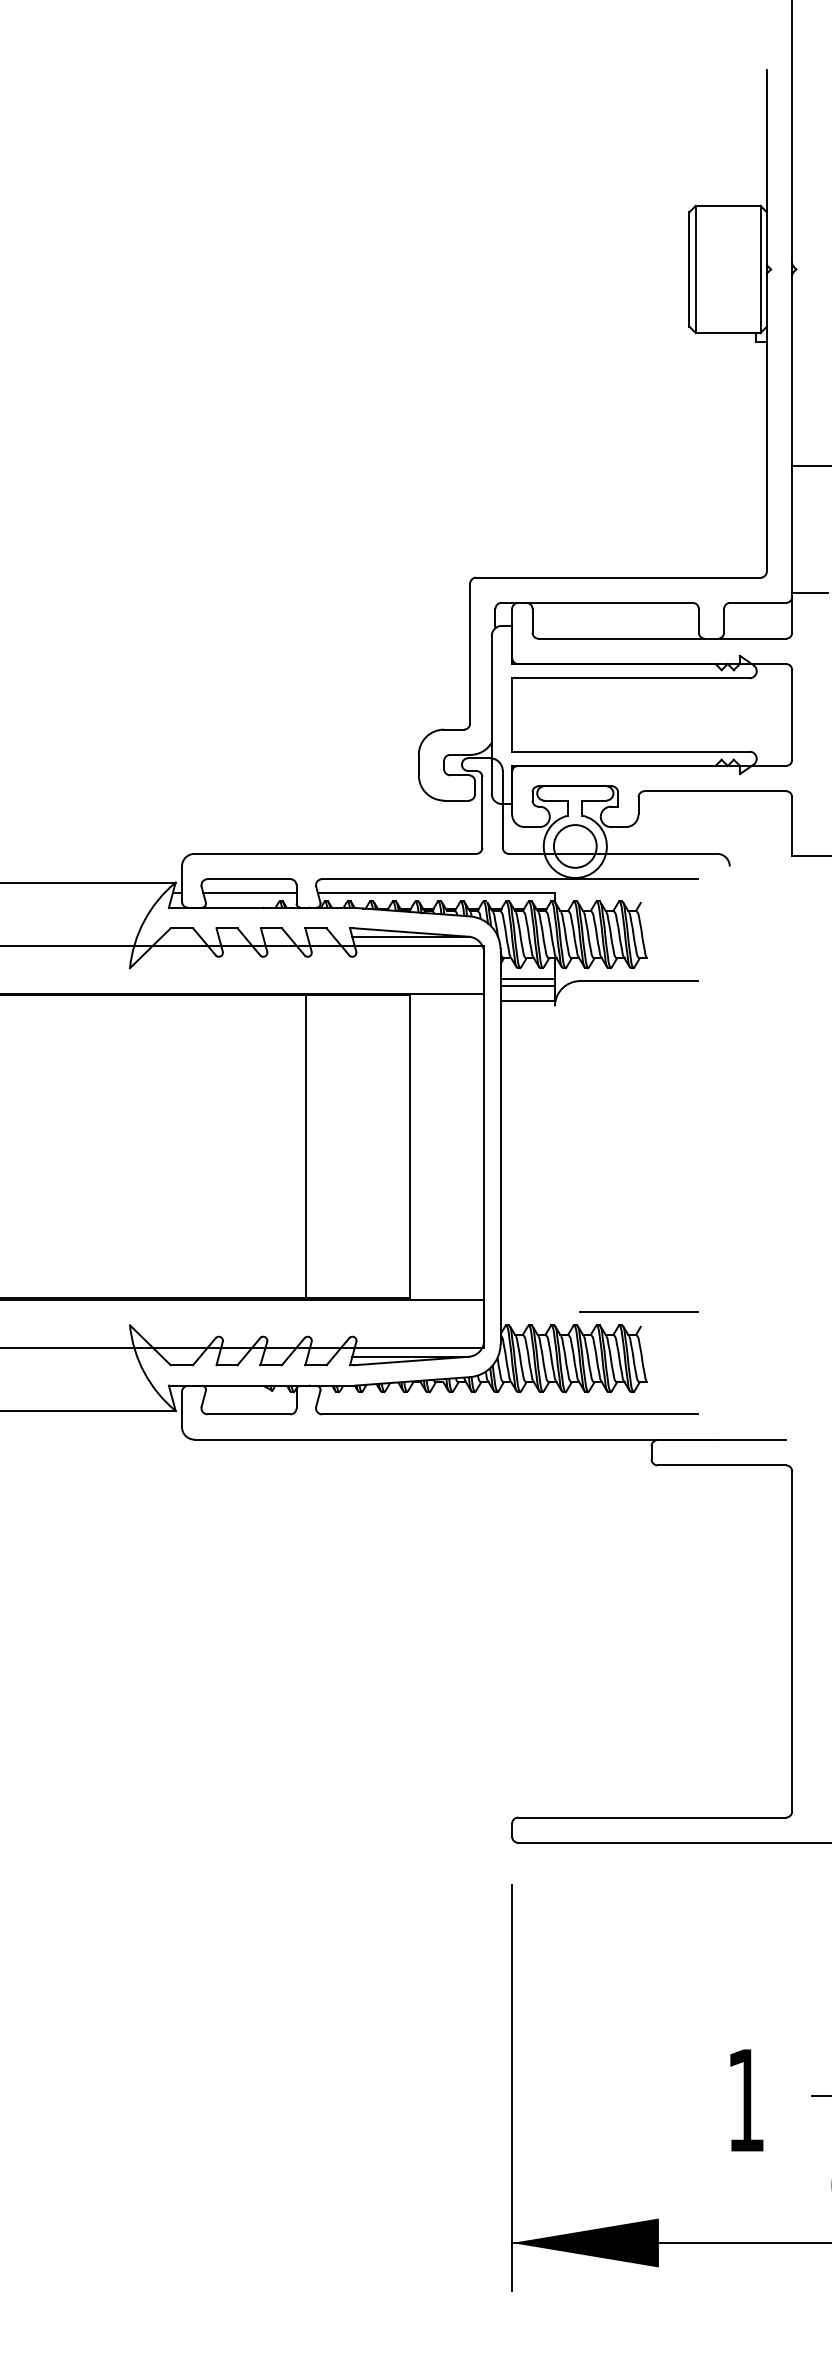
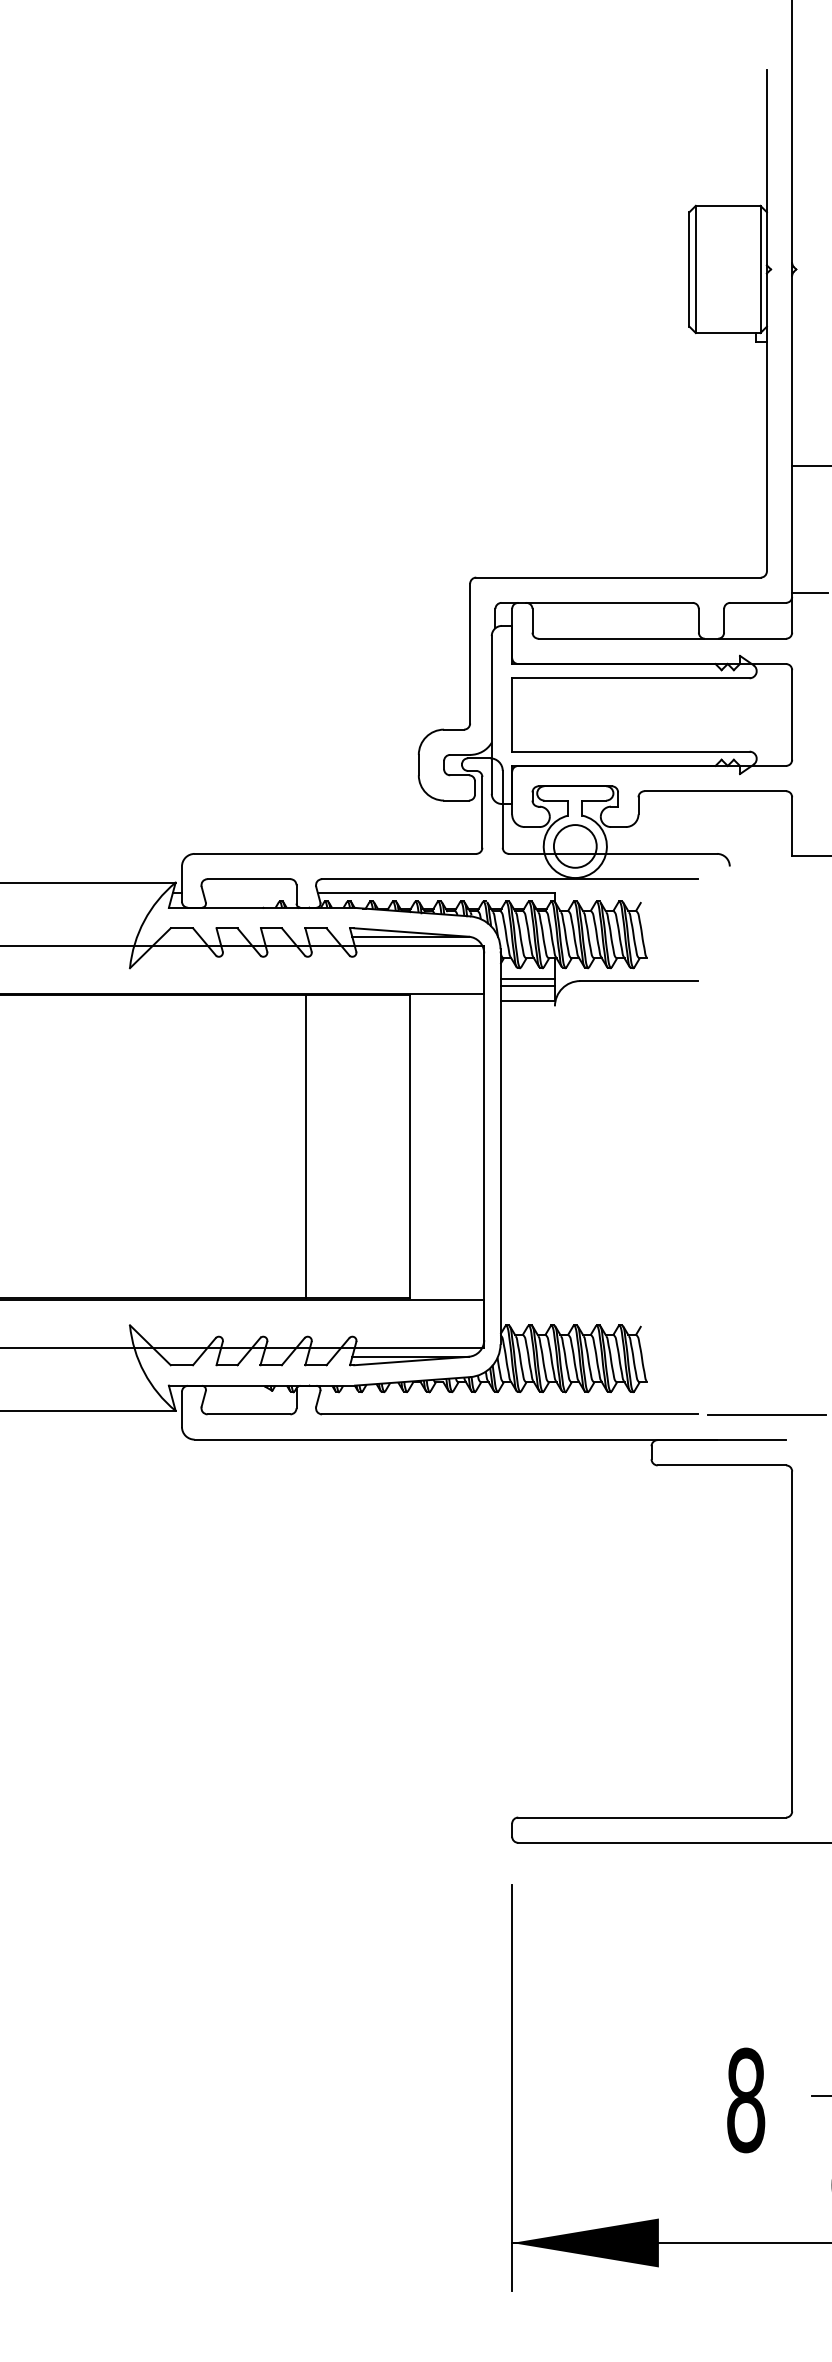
line at (249, 893): present -> none
line at (638, 1311) position: (638, 1311) -> (766, 1414)
text at (746, 2100): 1 -> 8
